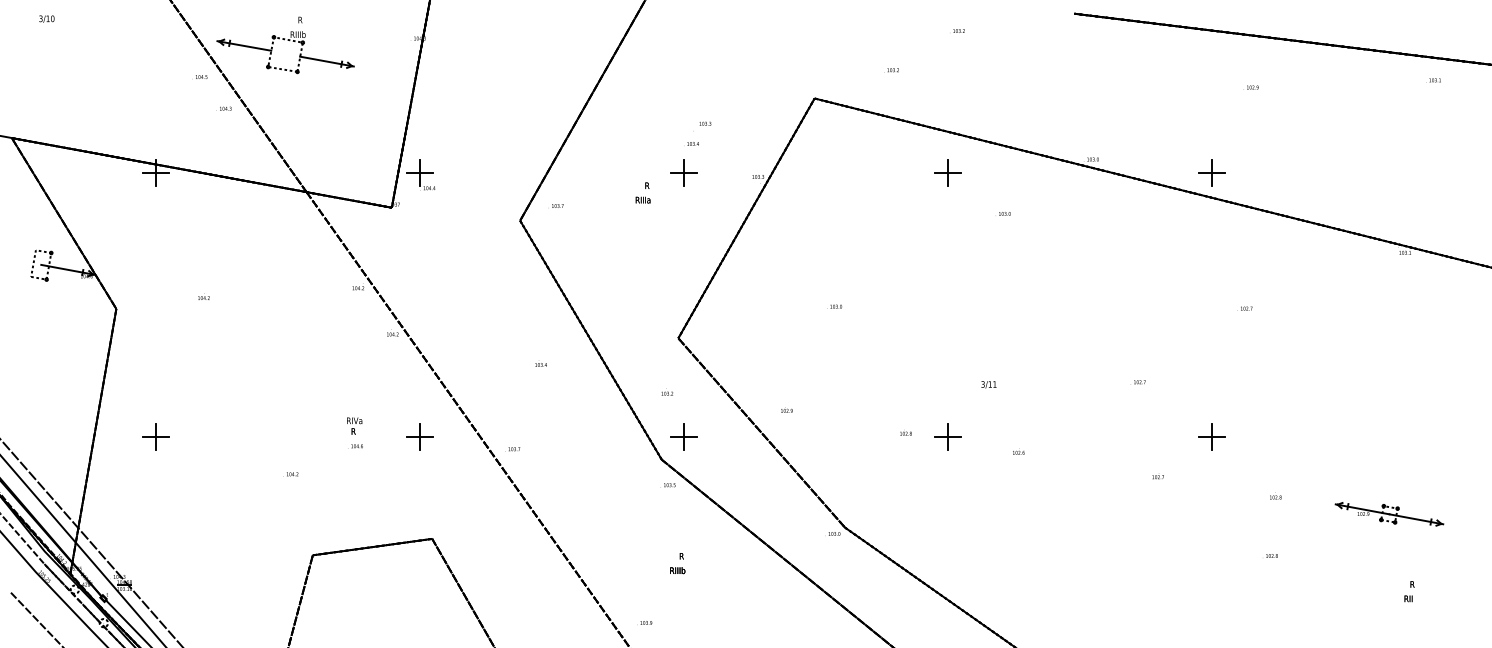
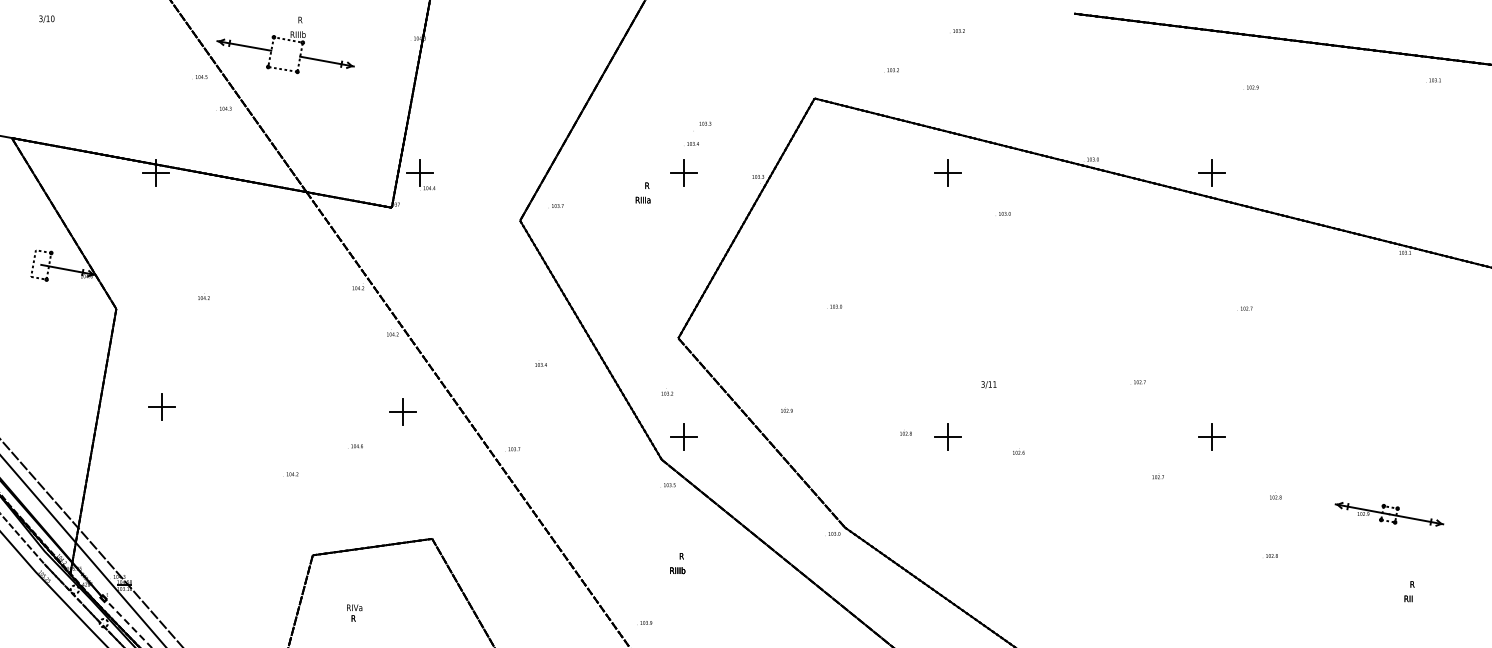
text at (354, 425) position: (354, 425) -> (354, 612)
part at (155, 436) position: (155, 436) -> (161, 406)
part at (419, 436) position: (419, 436) -> (402, 411)
line at (35, 618): present -> none
line at (128, 623): solid -> dashed
